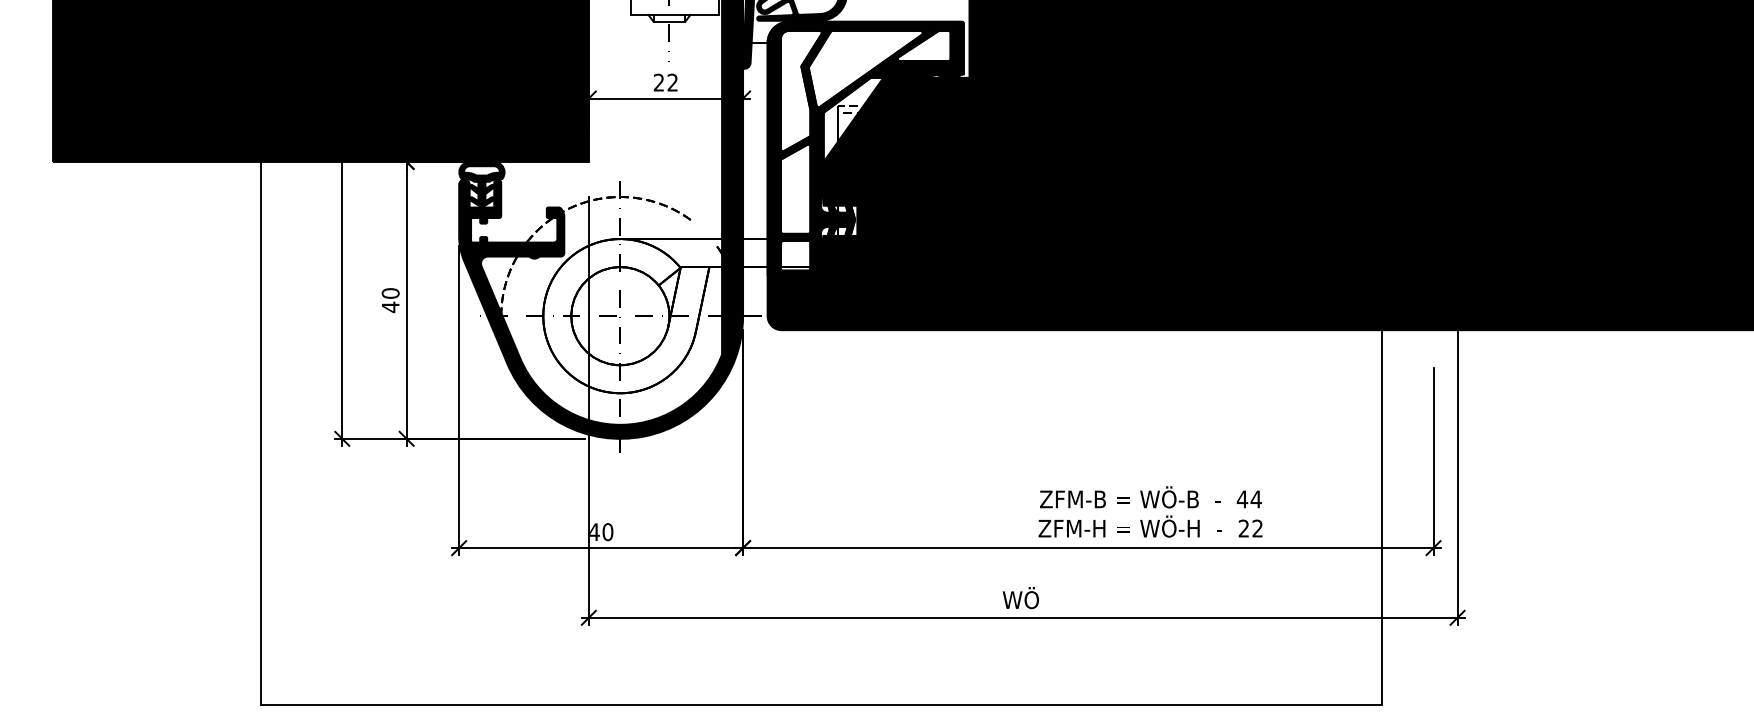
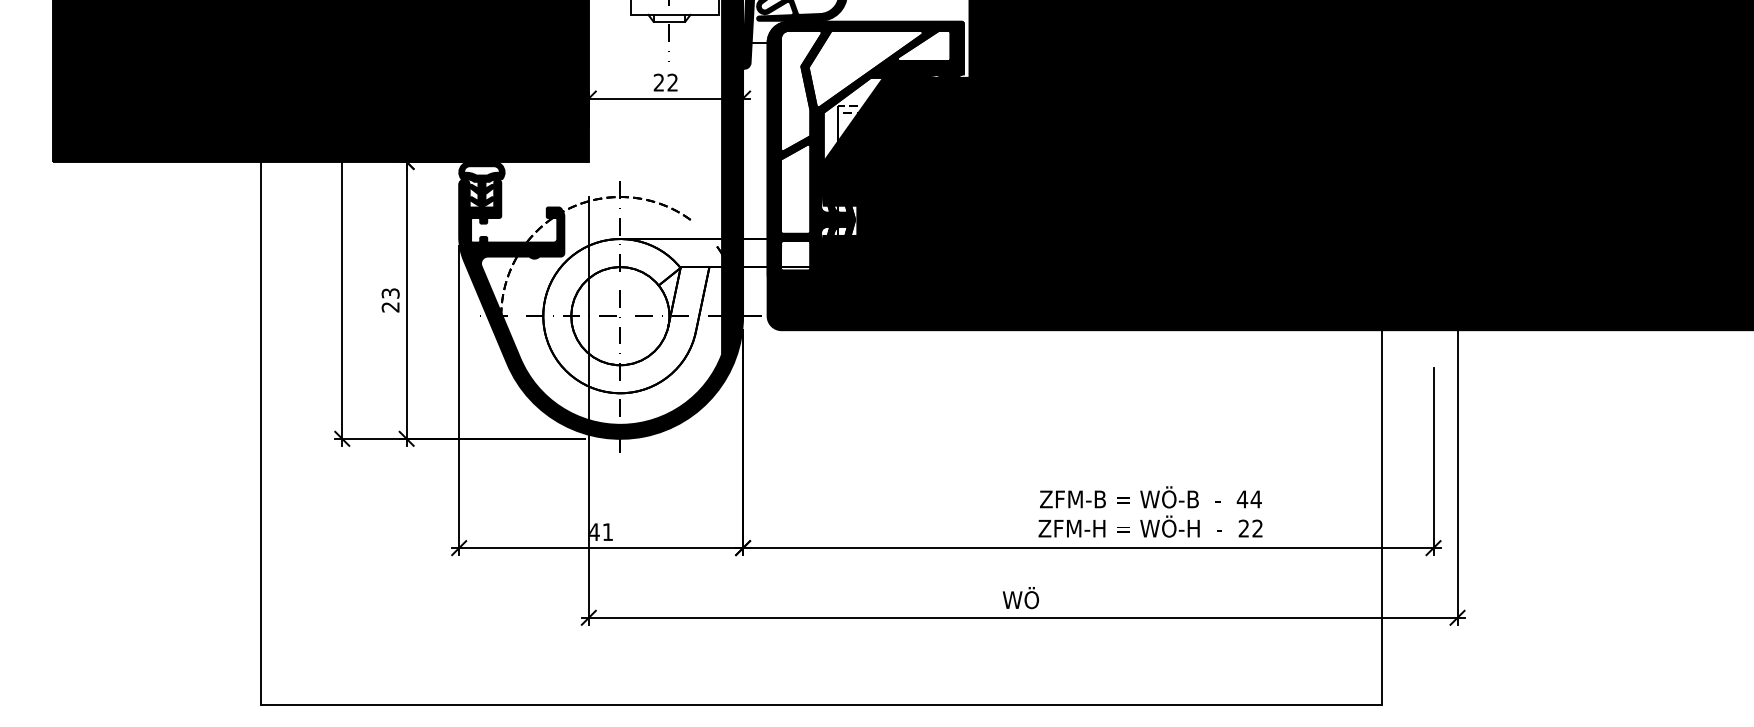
text at (390, 300): 40 -> 23
text at (607, 532): 40 -> 41
